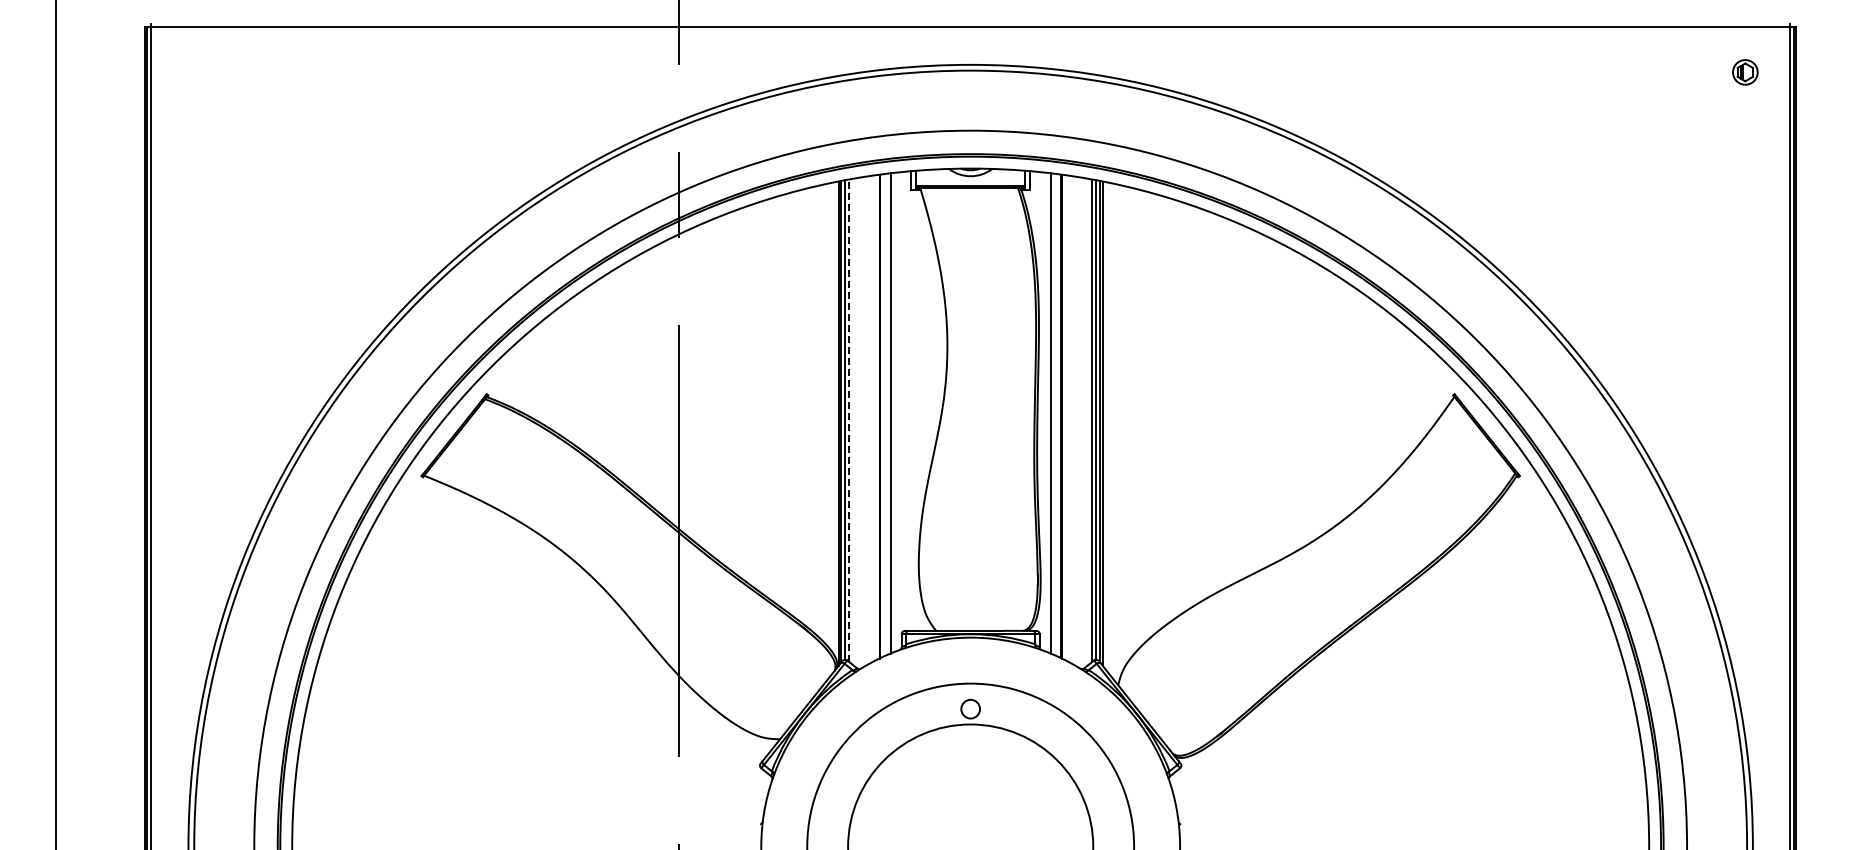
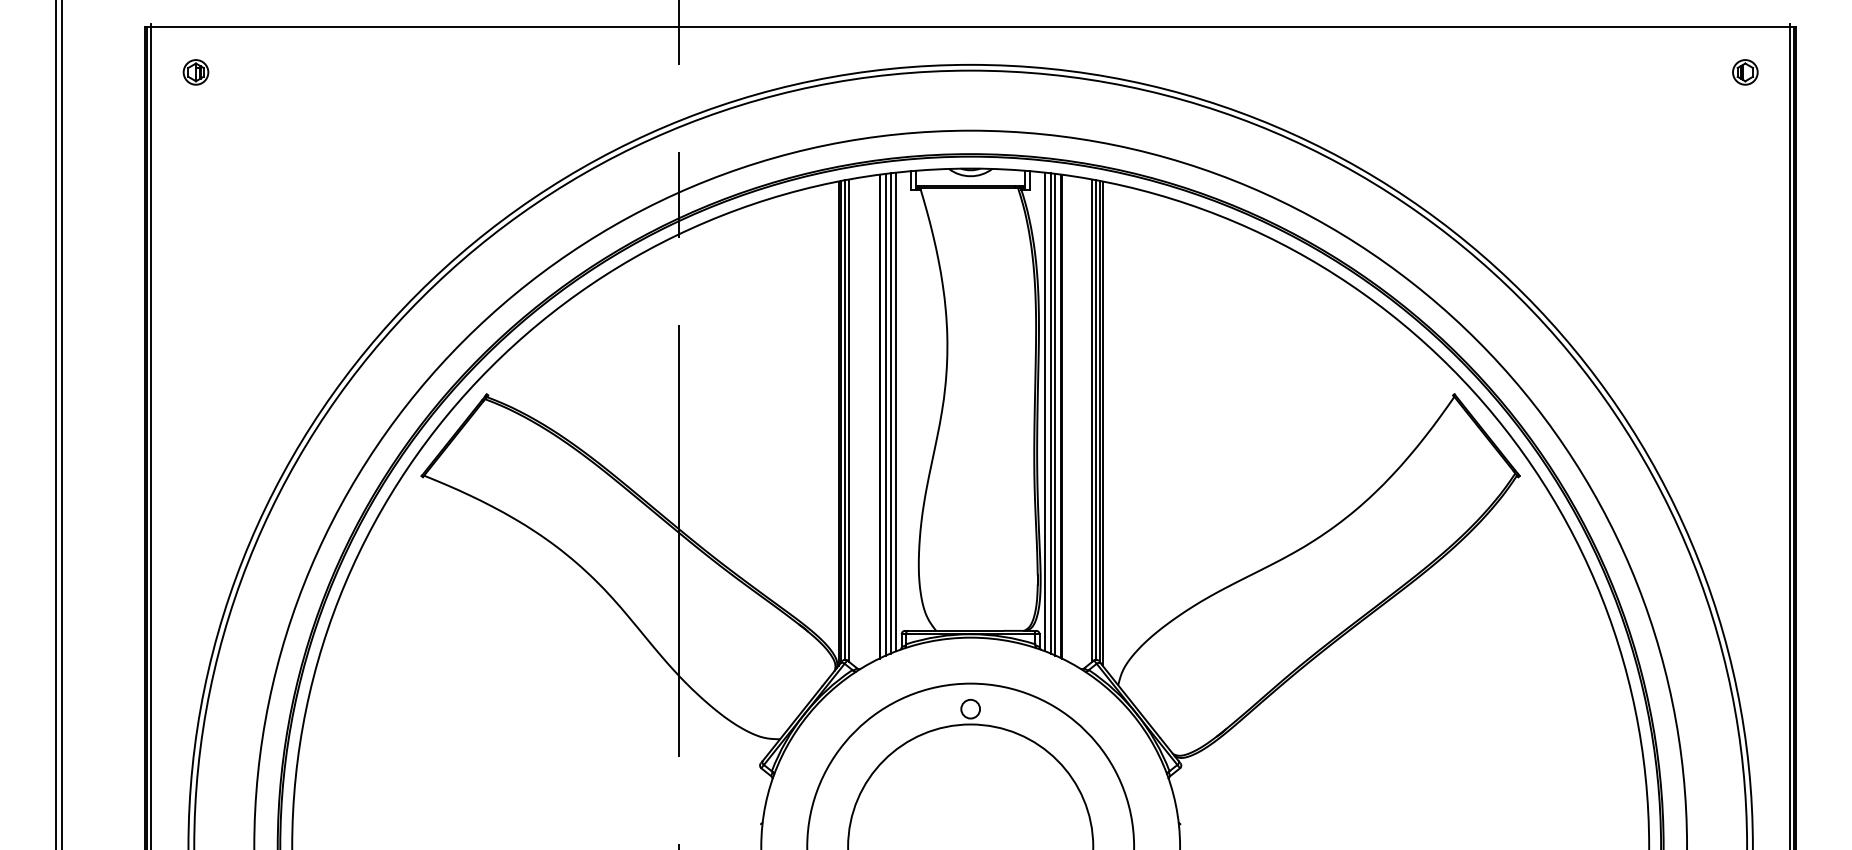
part at (195, 72): none -> present
line at (896, 411): none -> present
line at (1045, 411): none -> present
line at (885, 414): none -> present
line at (1055, 414): none -> present
line at (849, 420): dashed -> solid
line at (61, 424): none -> present
